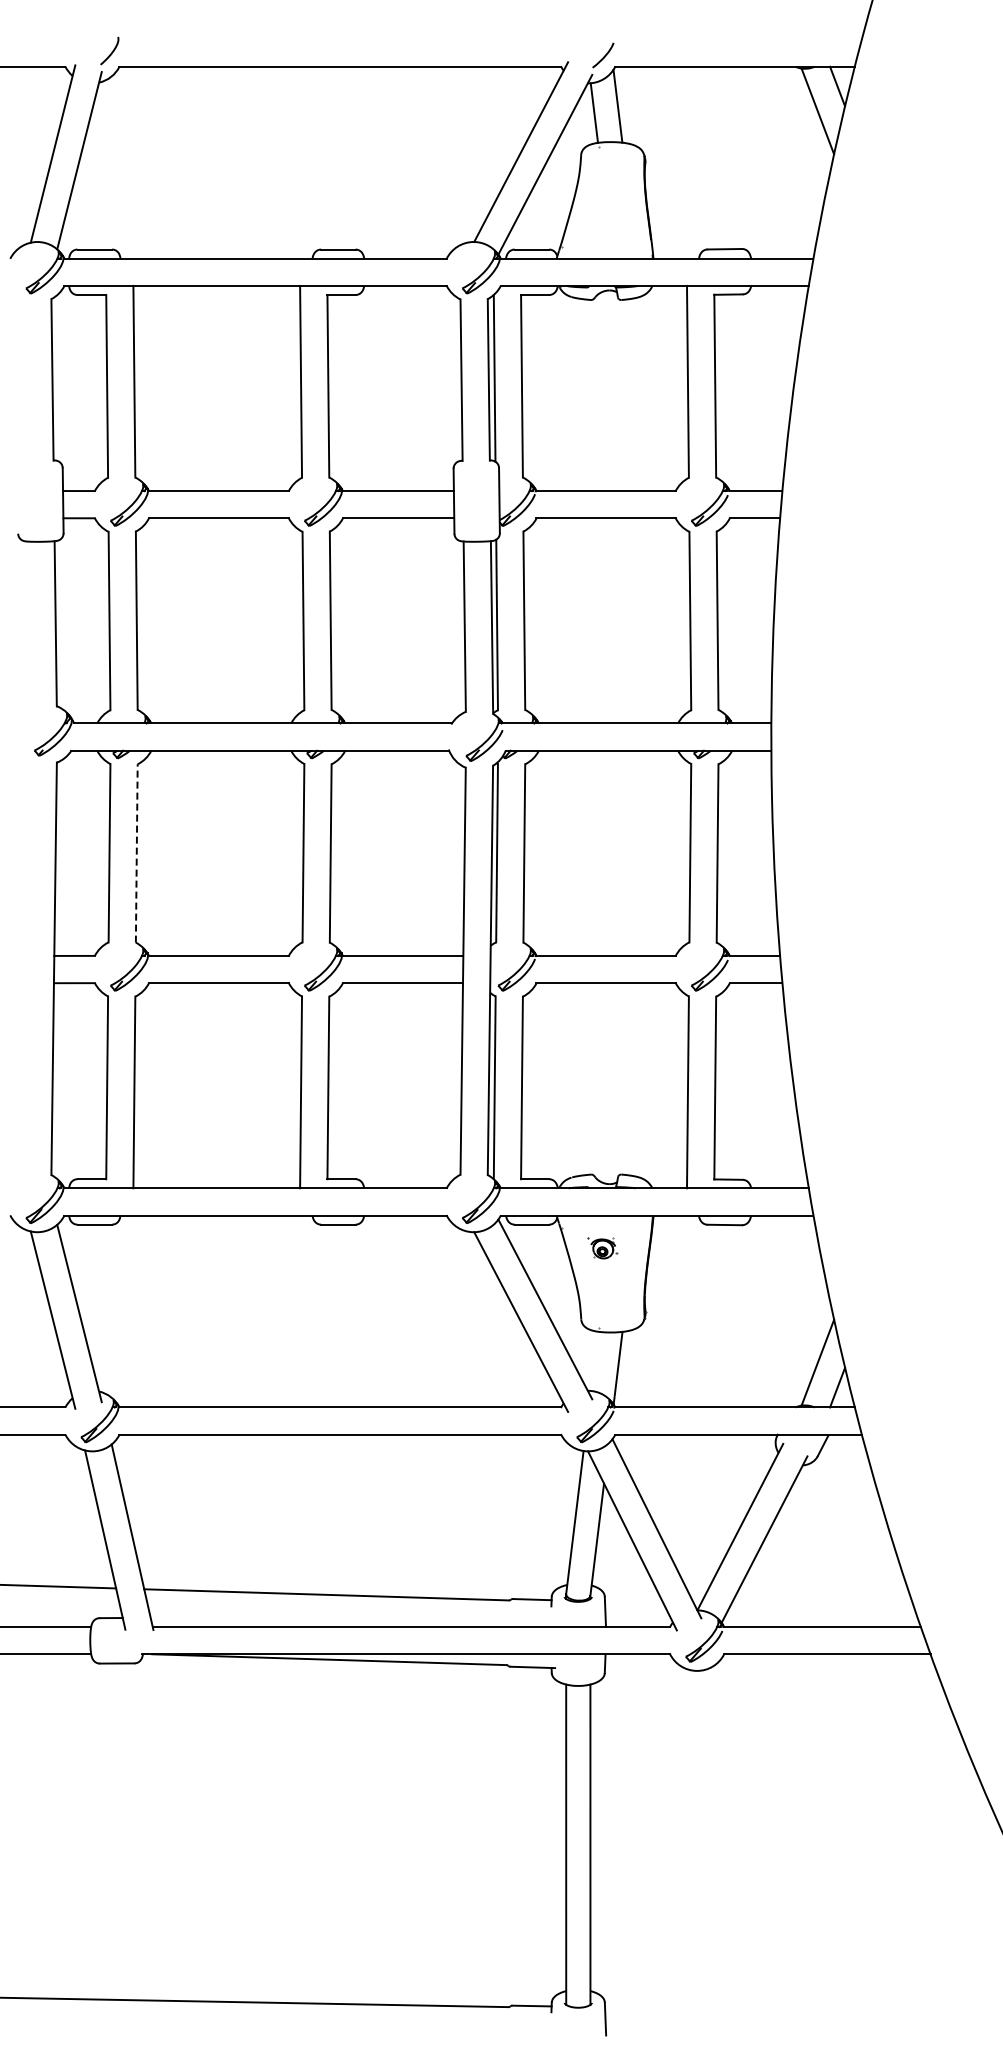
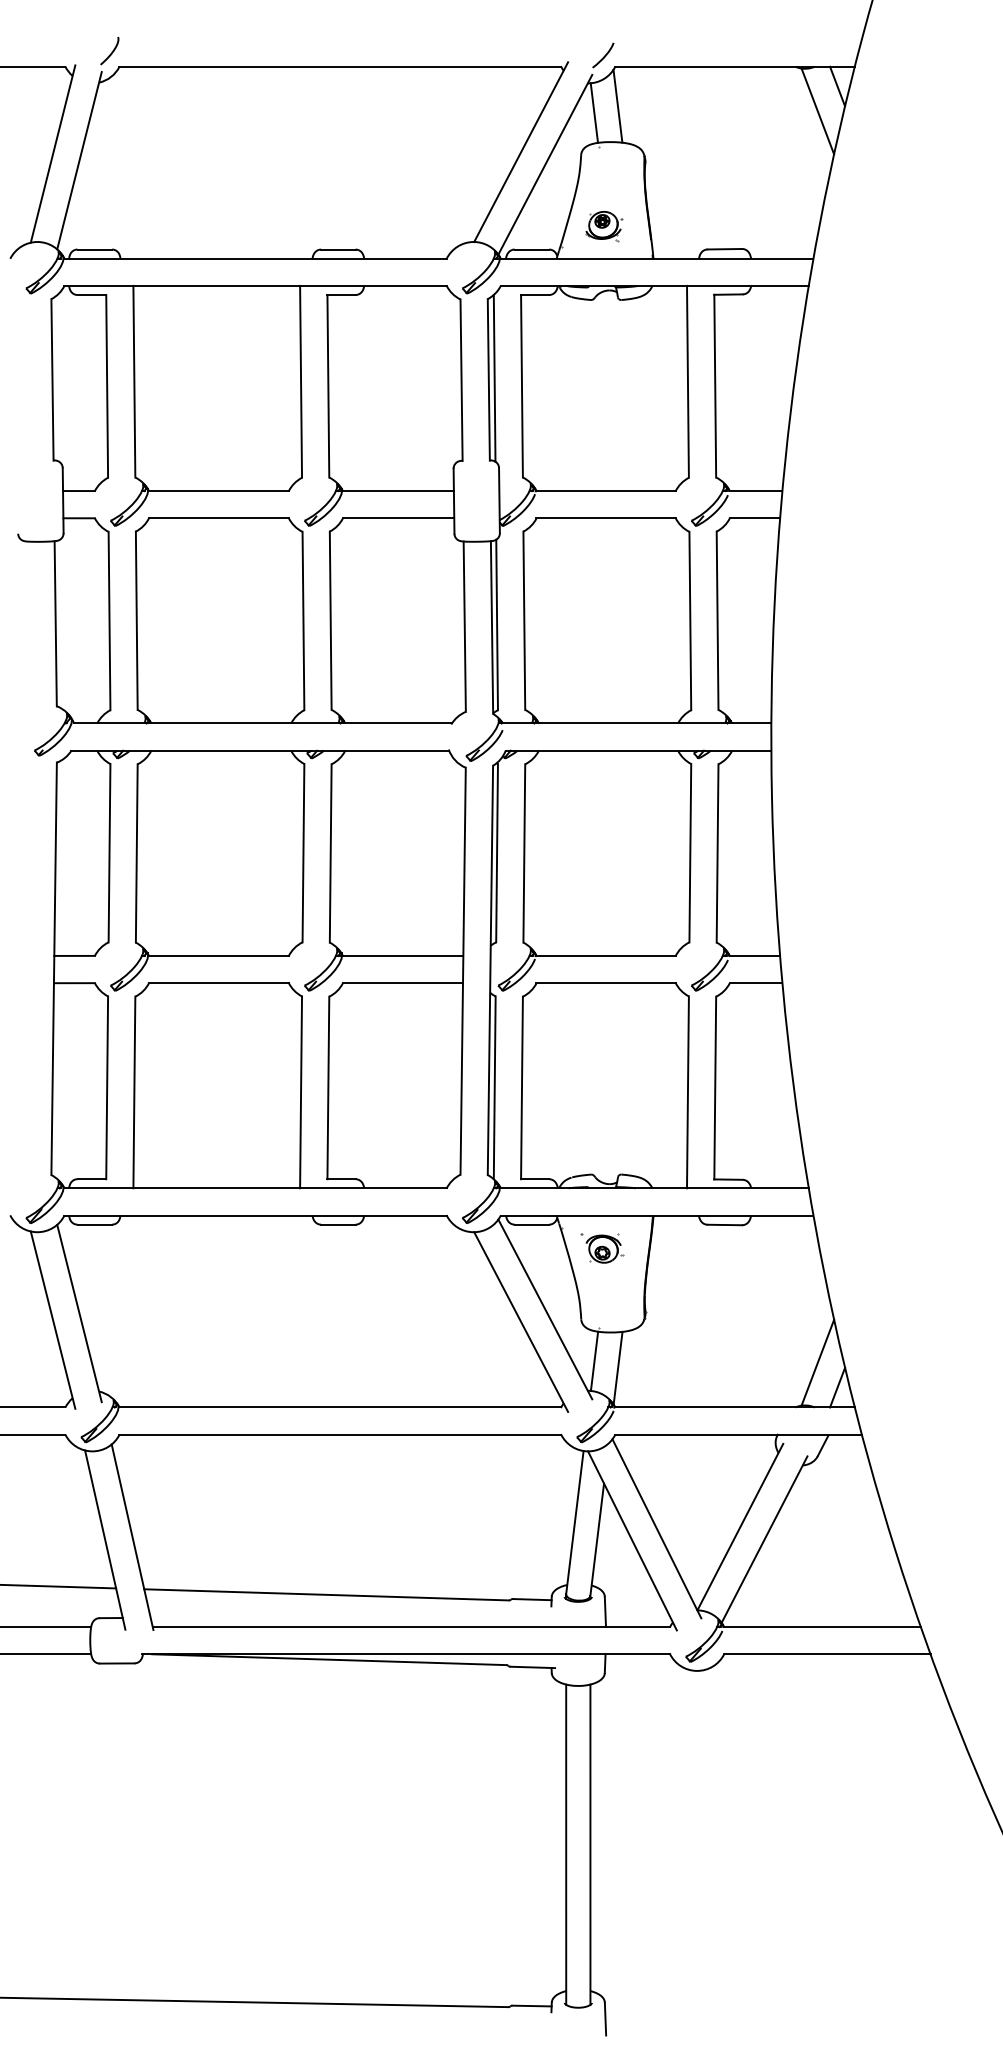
part at (604, 226): none -> present
line at (136, 852): dashed -> solid
part at (602, 1248) size: 32x23 px -> 45x31 px
line at (594, 1360): none -> present
